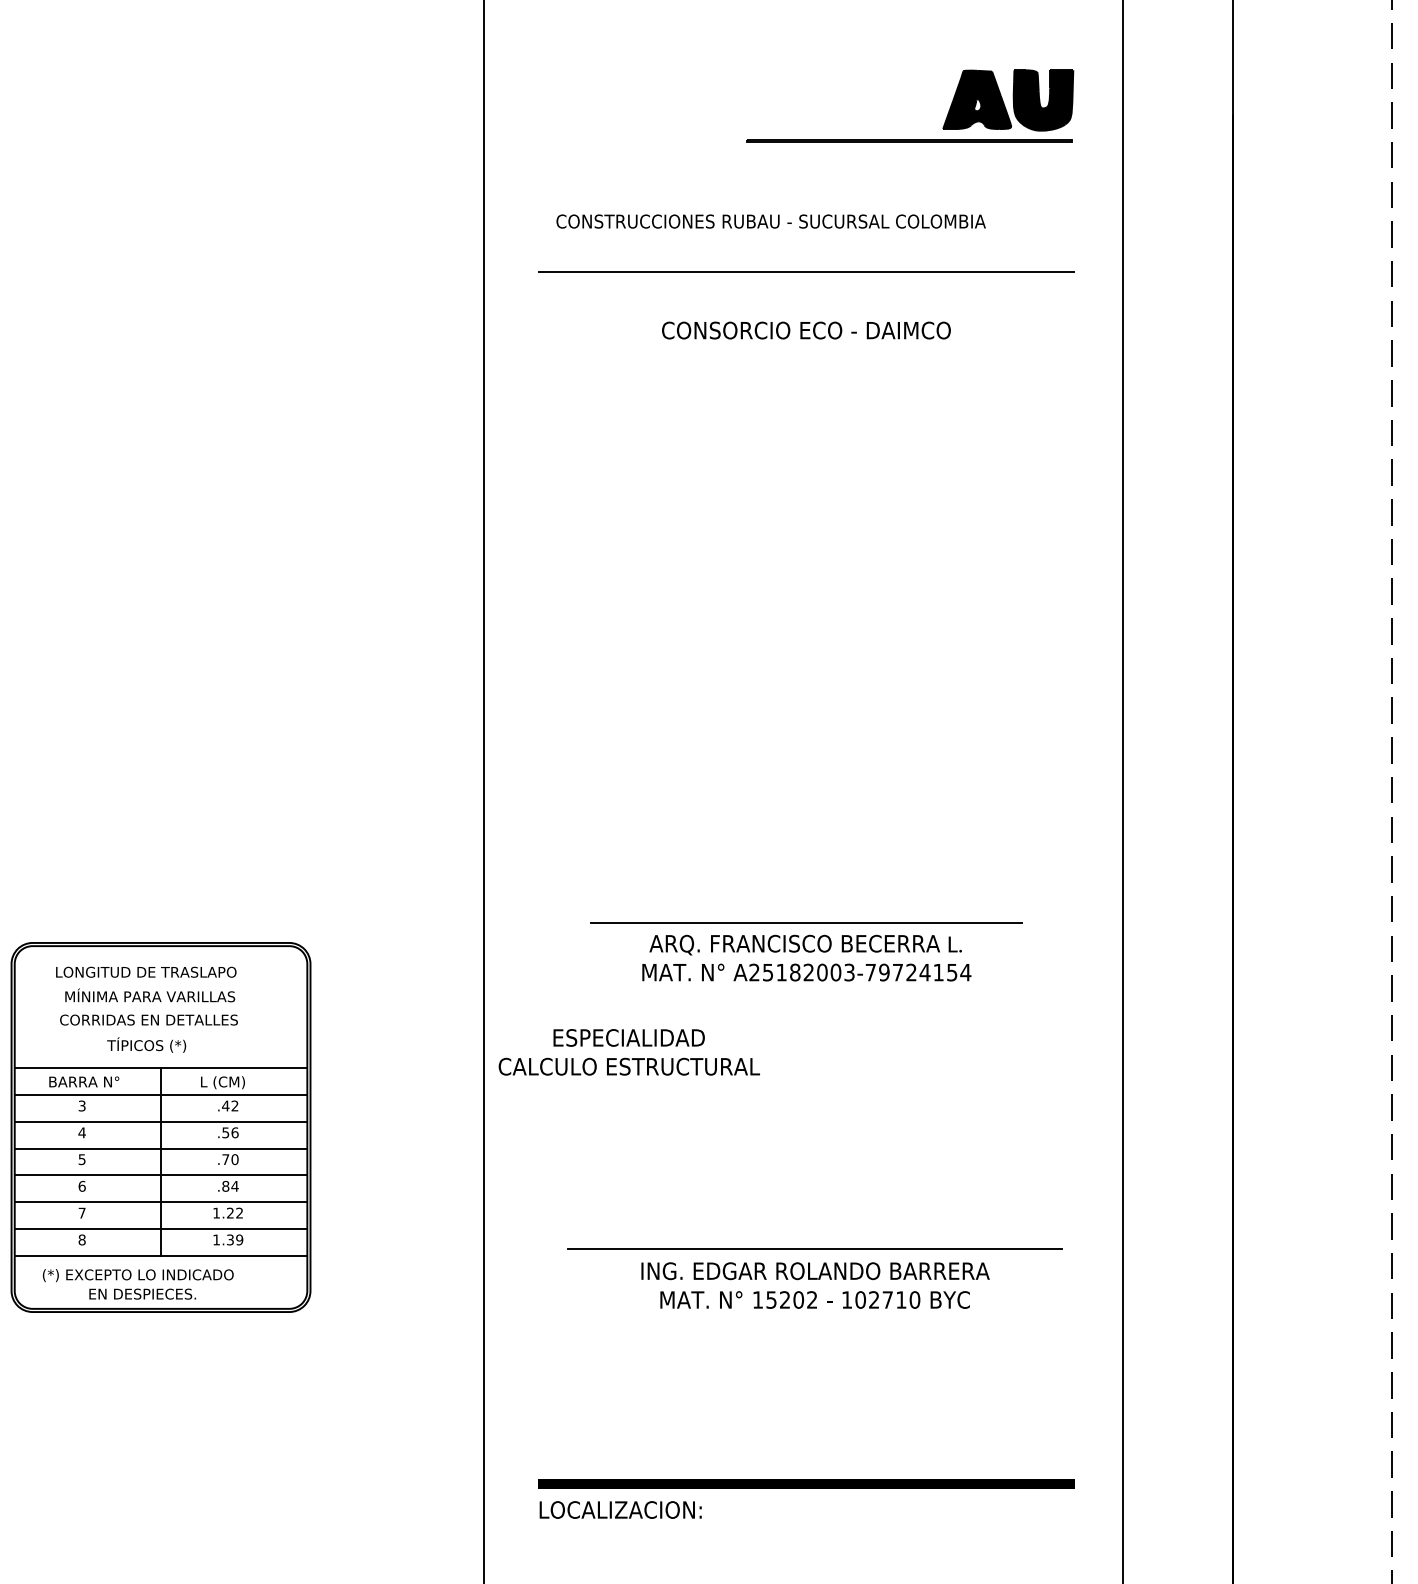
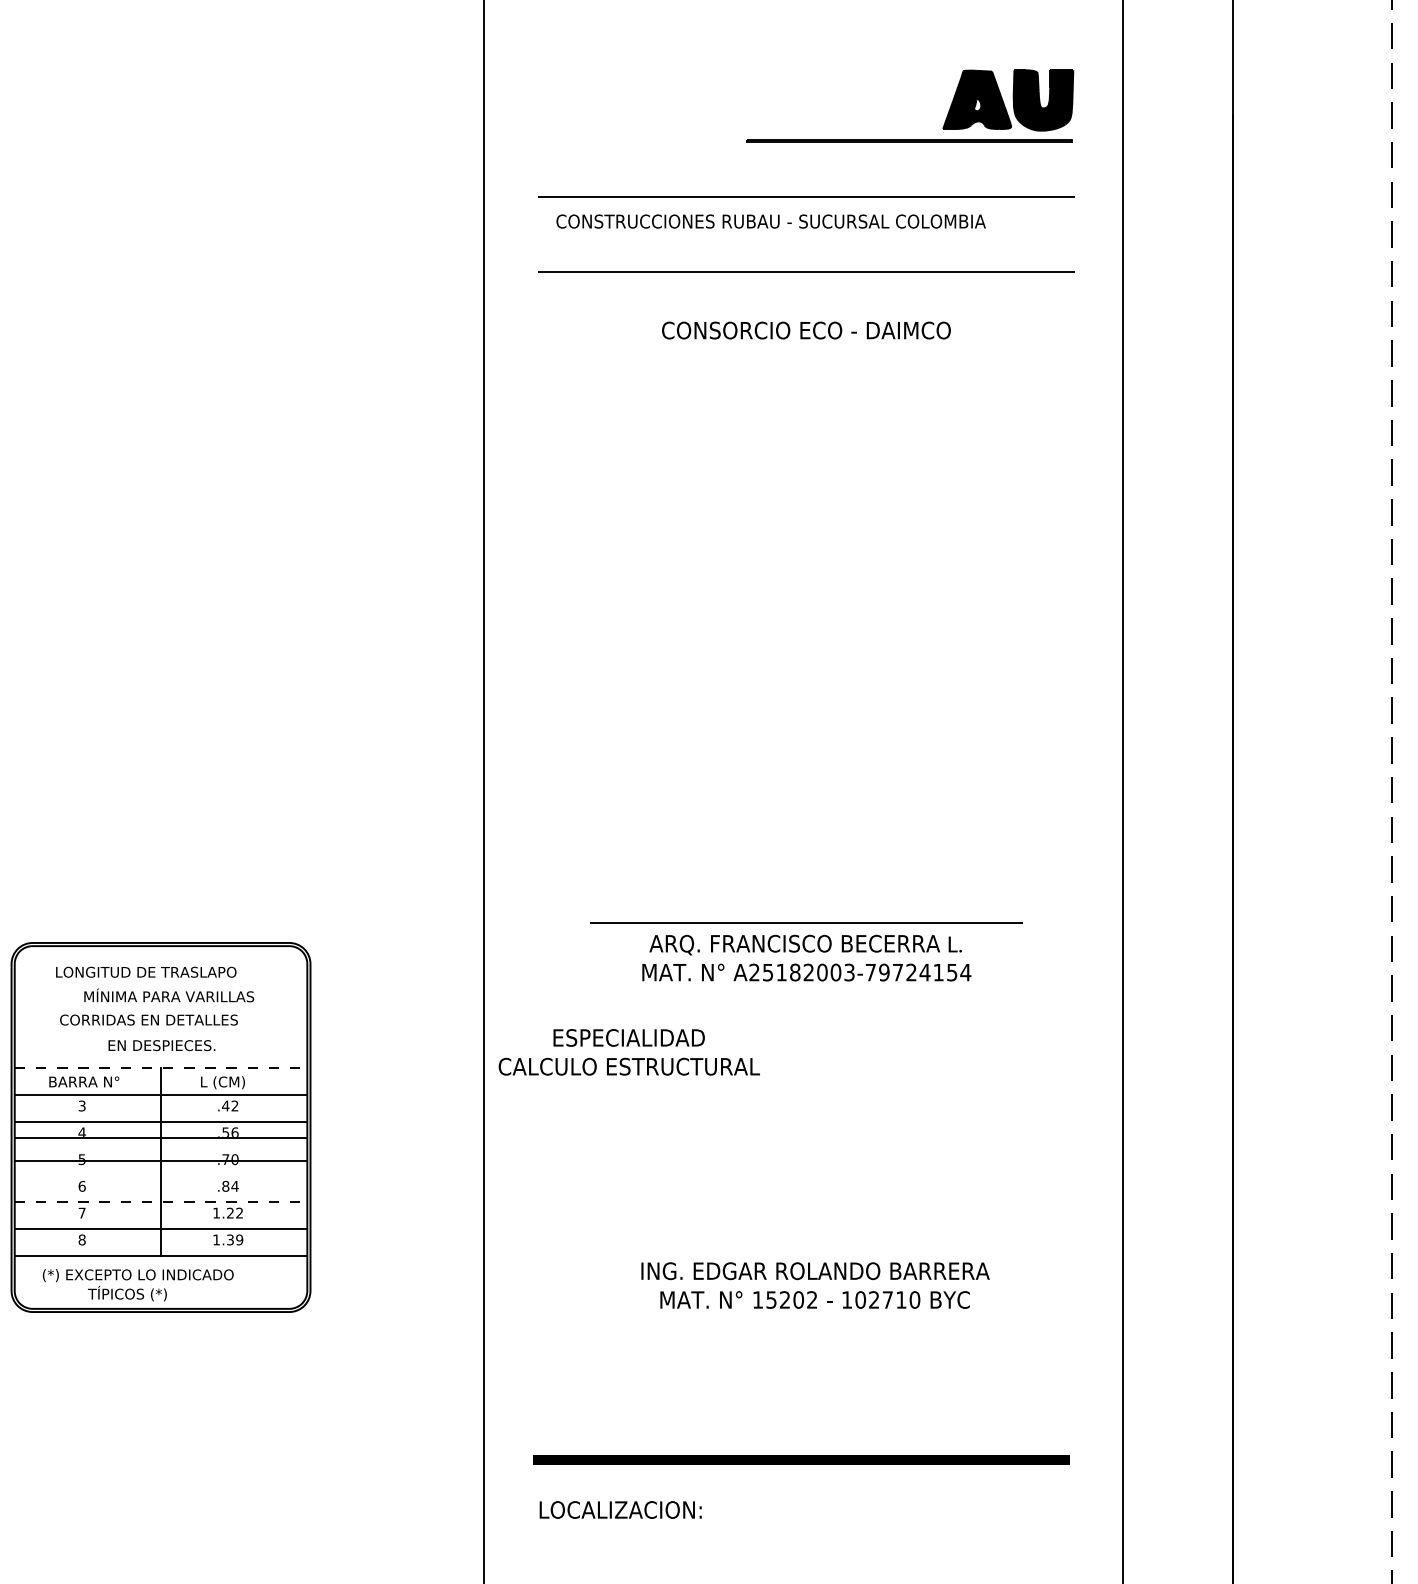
line at (806, 196): none -> present
text at (150, 995) position: (150, 995) -> (169, 995)
text at (161, 1044): TÍPICOS (*) -> EN DESPIECES.
line at (161, 1068): solid -> dashed
line at (160, 1148) position: (160, 1148) -> (160, 1137)
line at (160, 1175) position: (160, 1175) -> (160, 1161)
line at (161, 1202): solid -> dashed
line at (814, 1248): present -> none
text at (141, 1293): EN DESPIECES. -> TÍPICOS (*)
line at (806, 1483) position: (806, 1483) -> (801, 1459)
